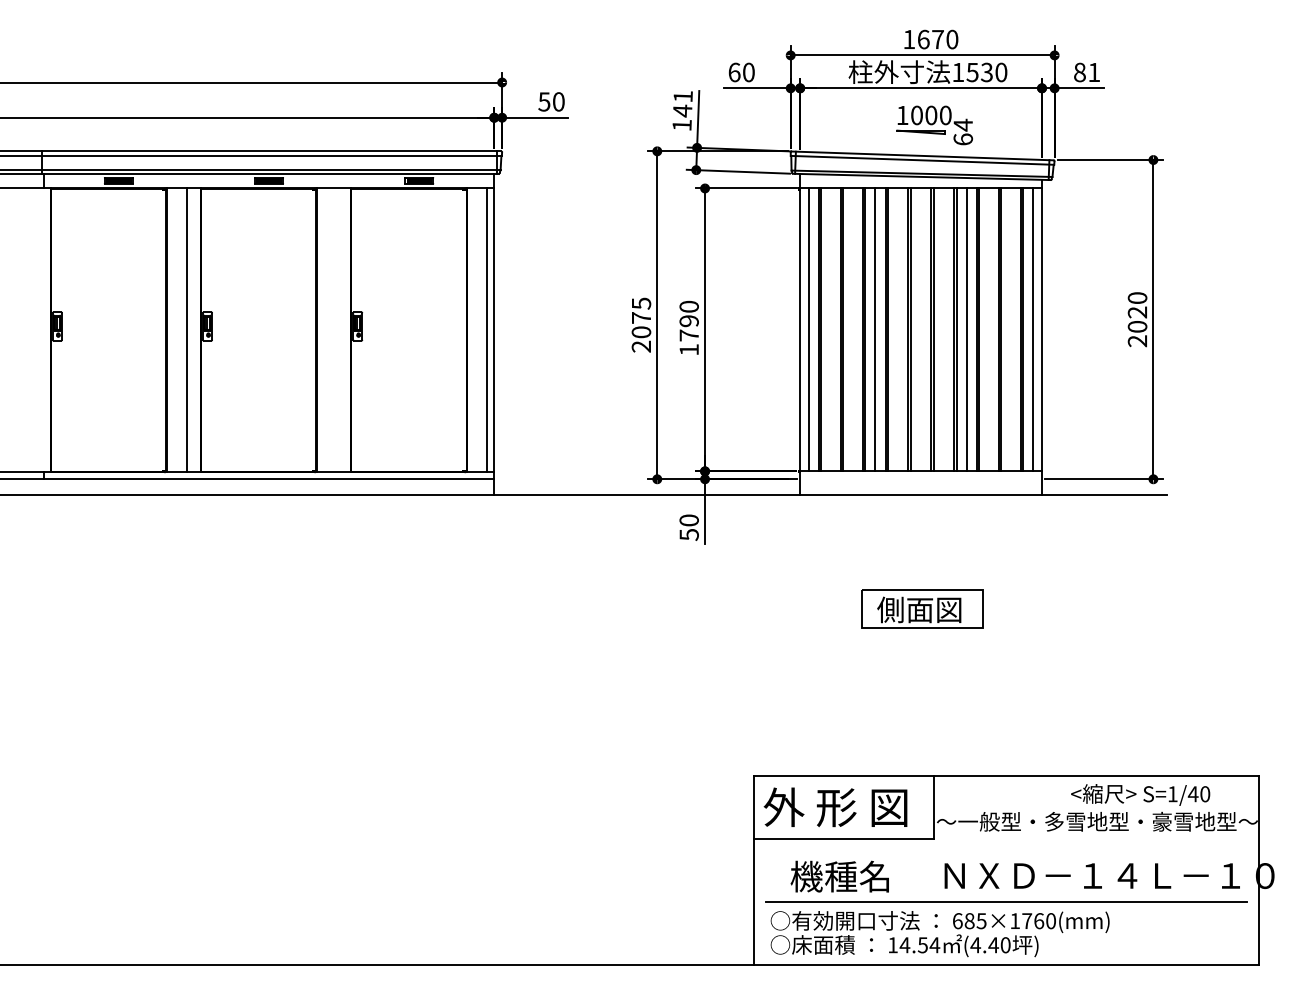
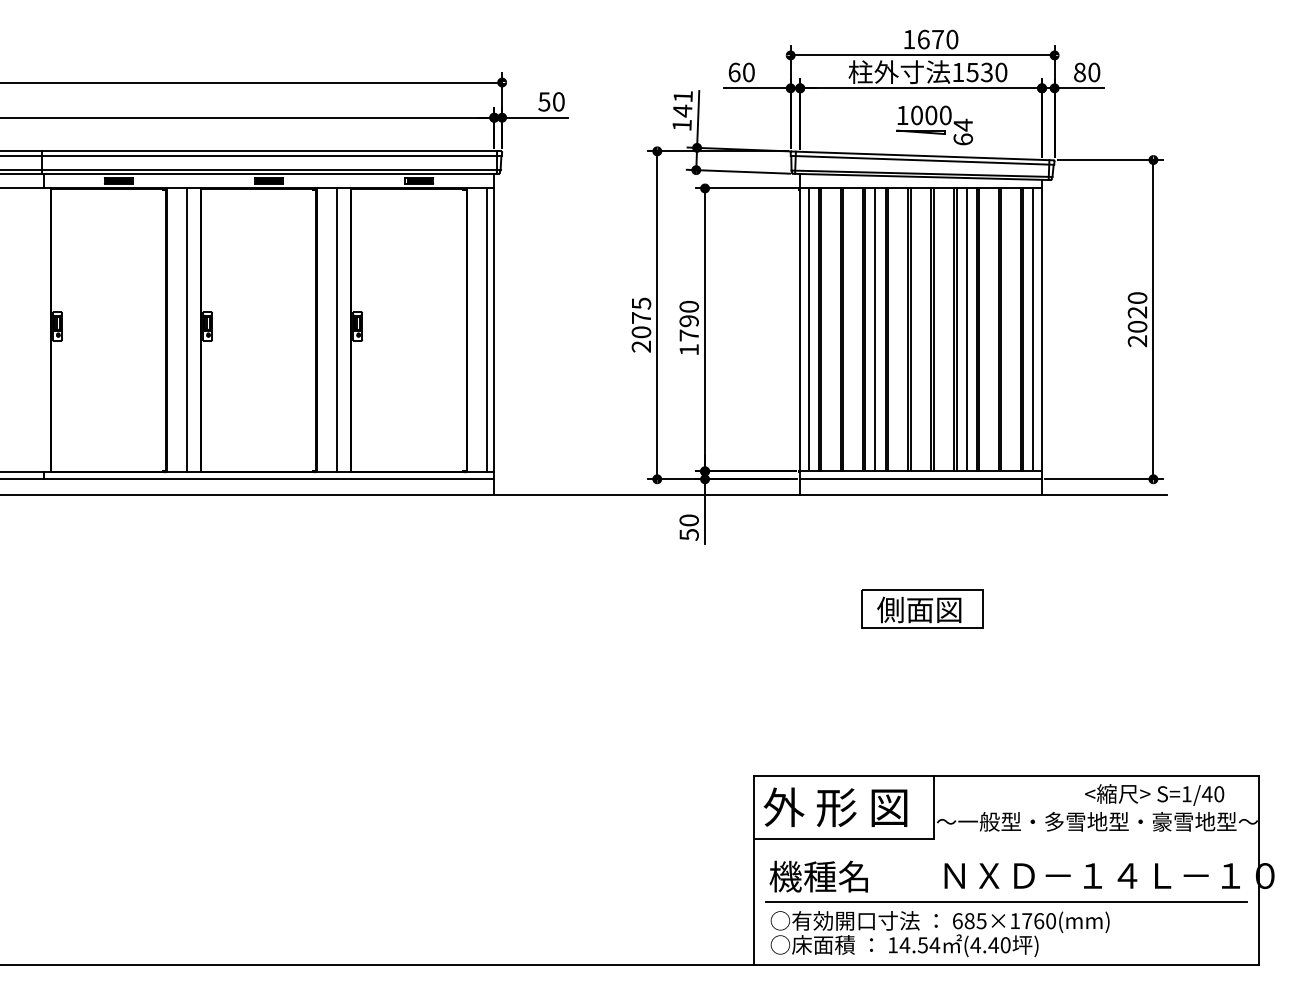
text at (1094, 72): 81 -> 80
line at (337, 330): none -> present
line at (920, 479): none -> present
text at (1140, 794) position: (1140, 794) -> (1154, 794)
text at (839, 876) position: (839, 876) -> (818, 876)
